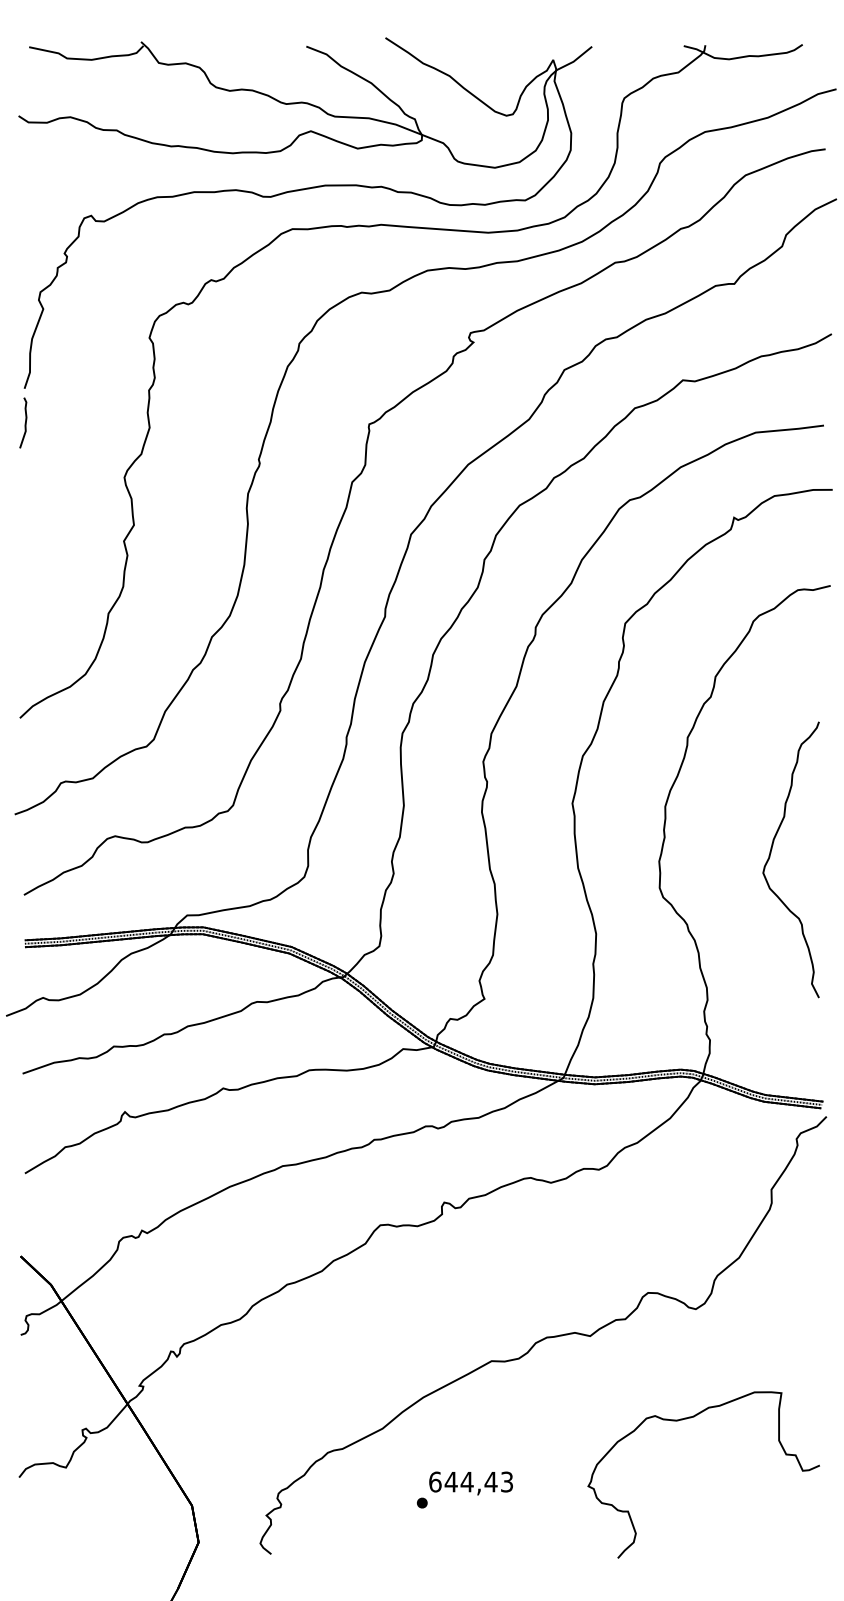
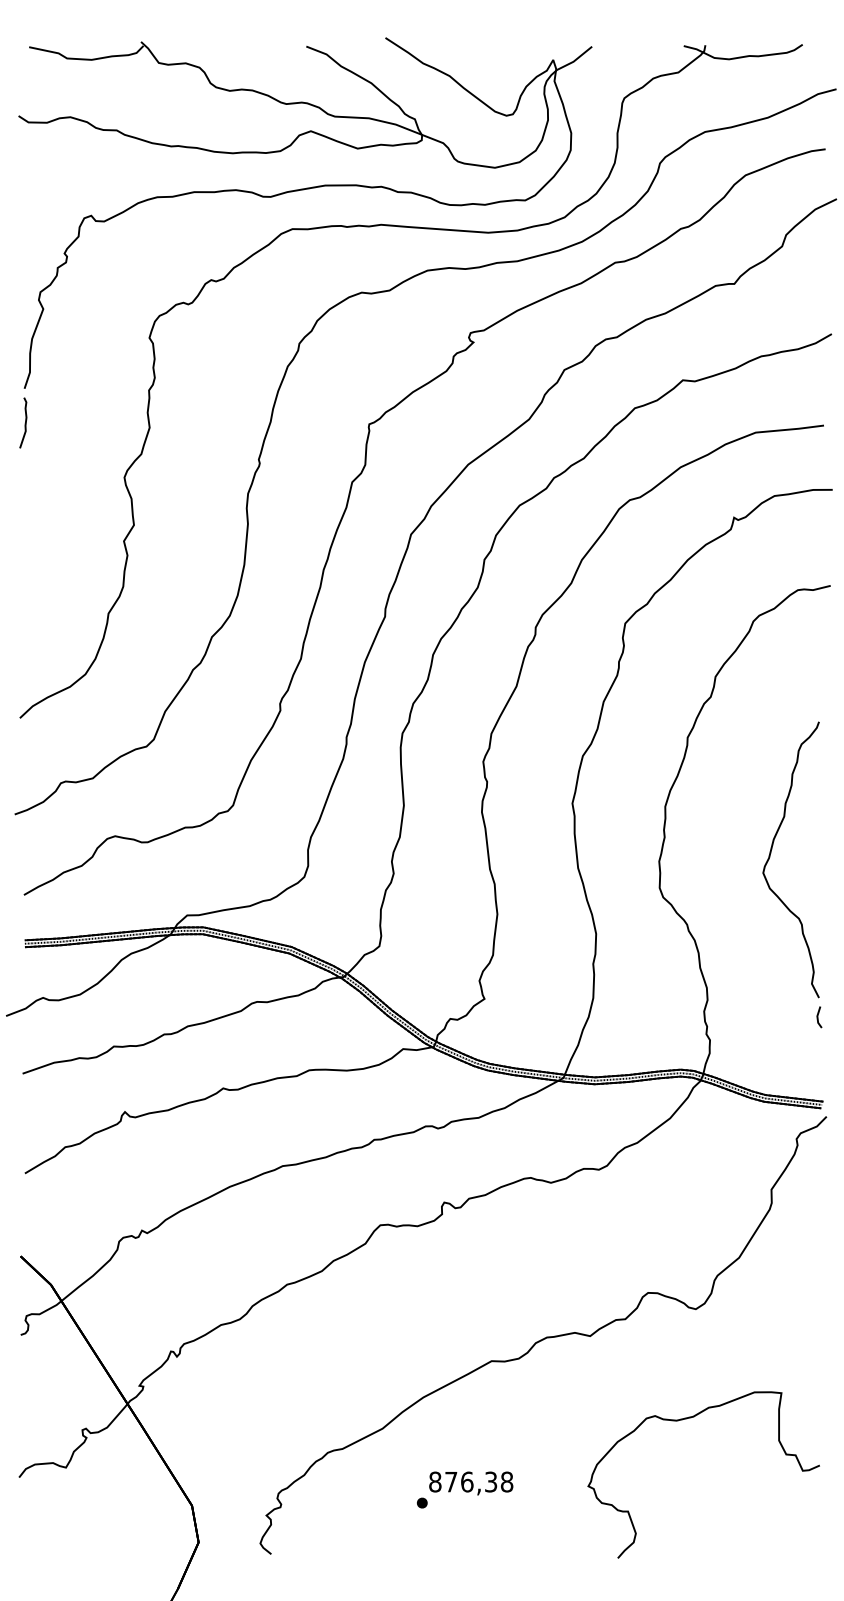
line at (818, 1017): none -> present
text at (471, 1481): 644,43 -> 876,38
